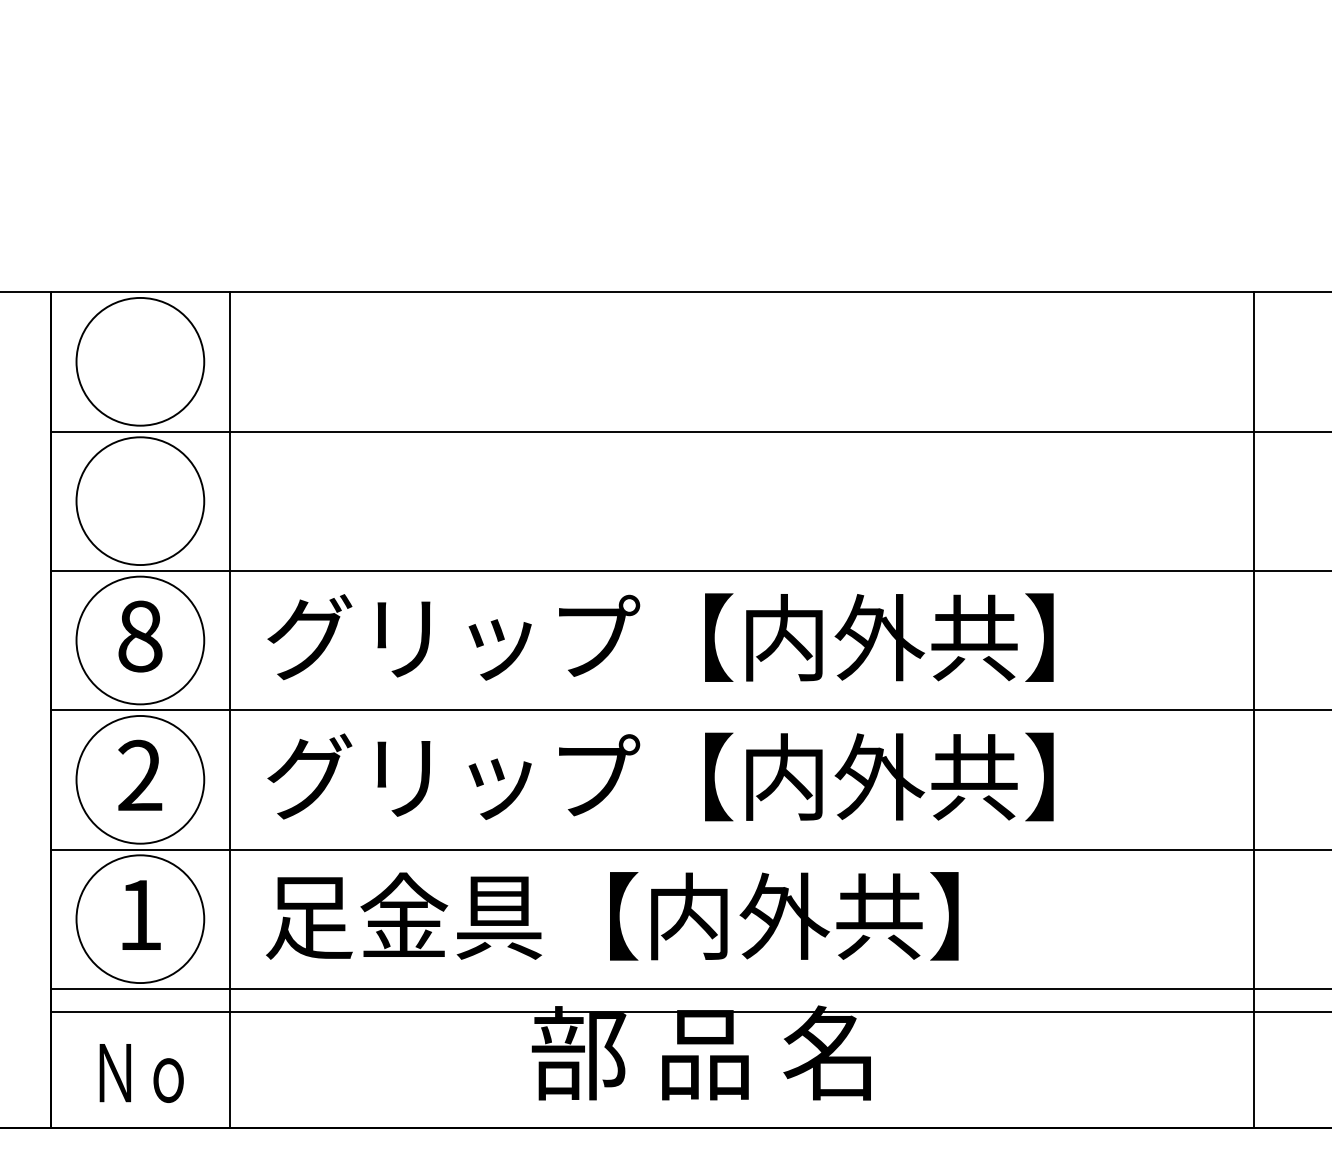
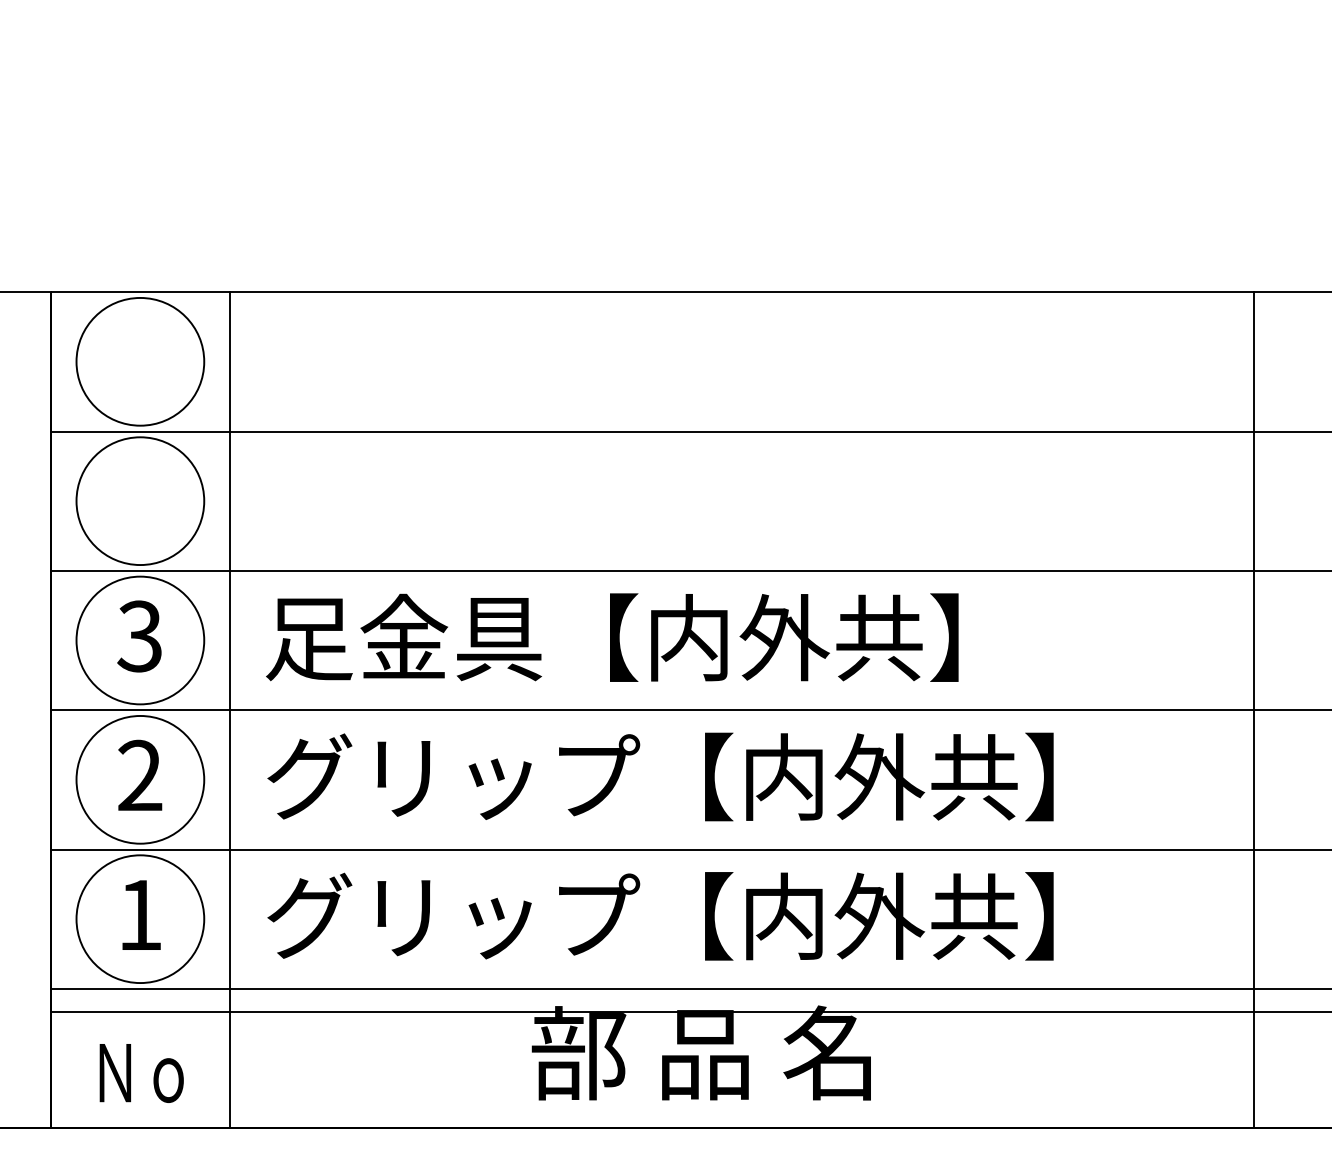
text at (139, 636): 8 -> 3
text at (659, 637): グリップ【内外共】 -> 足金具【内外共】
text at (659, 916): 足金具【内外共】 -> グリップ【内外共】
